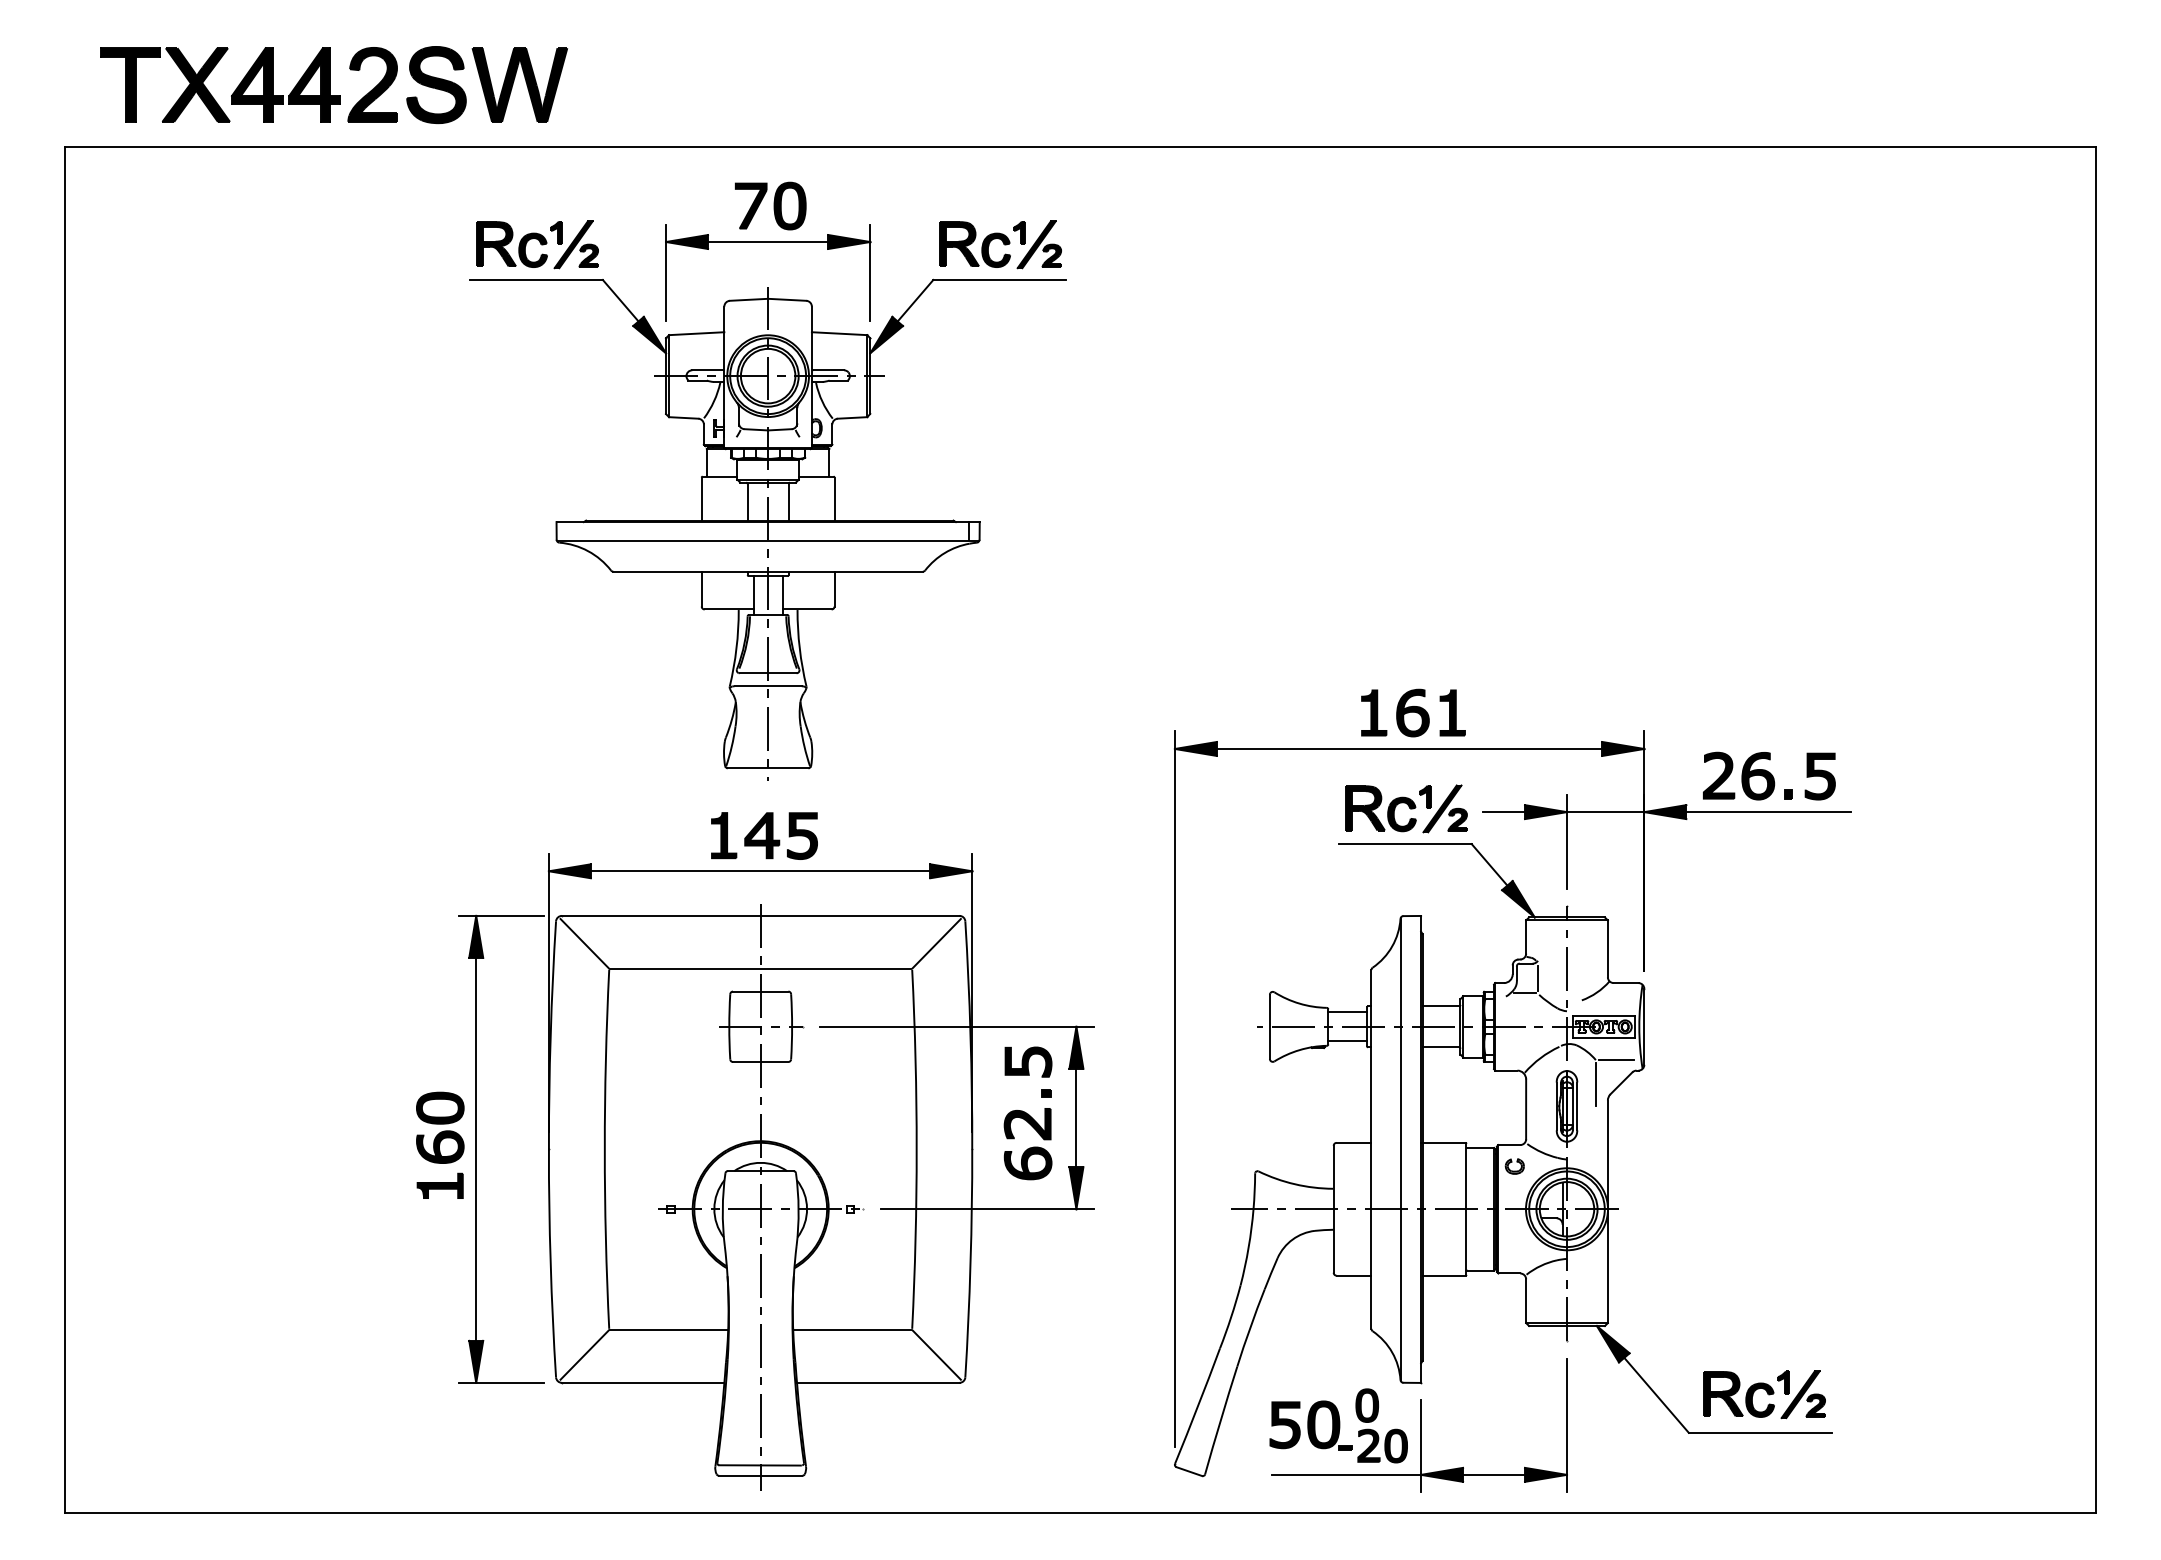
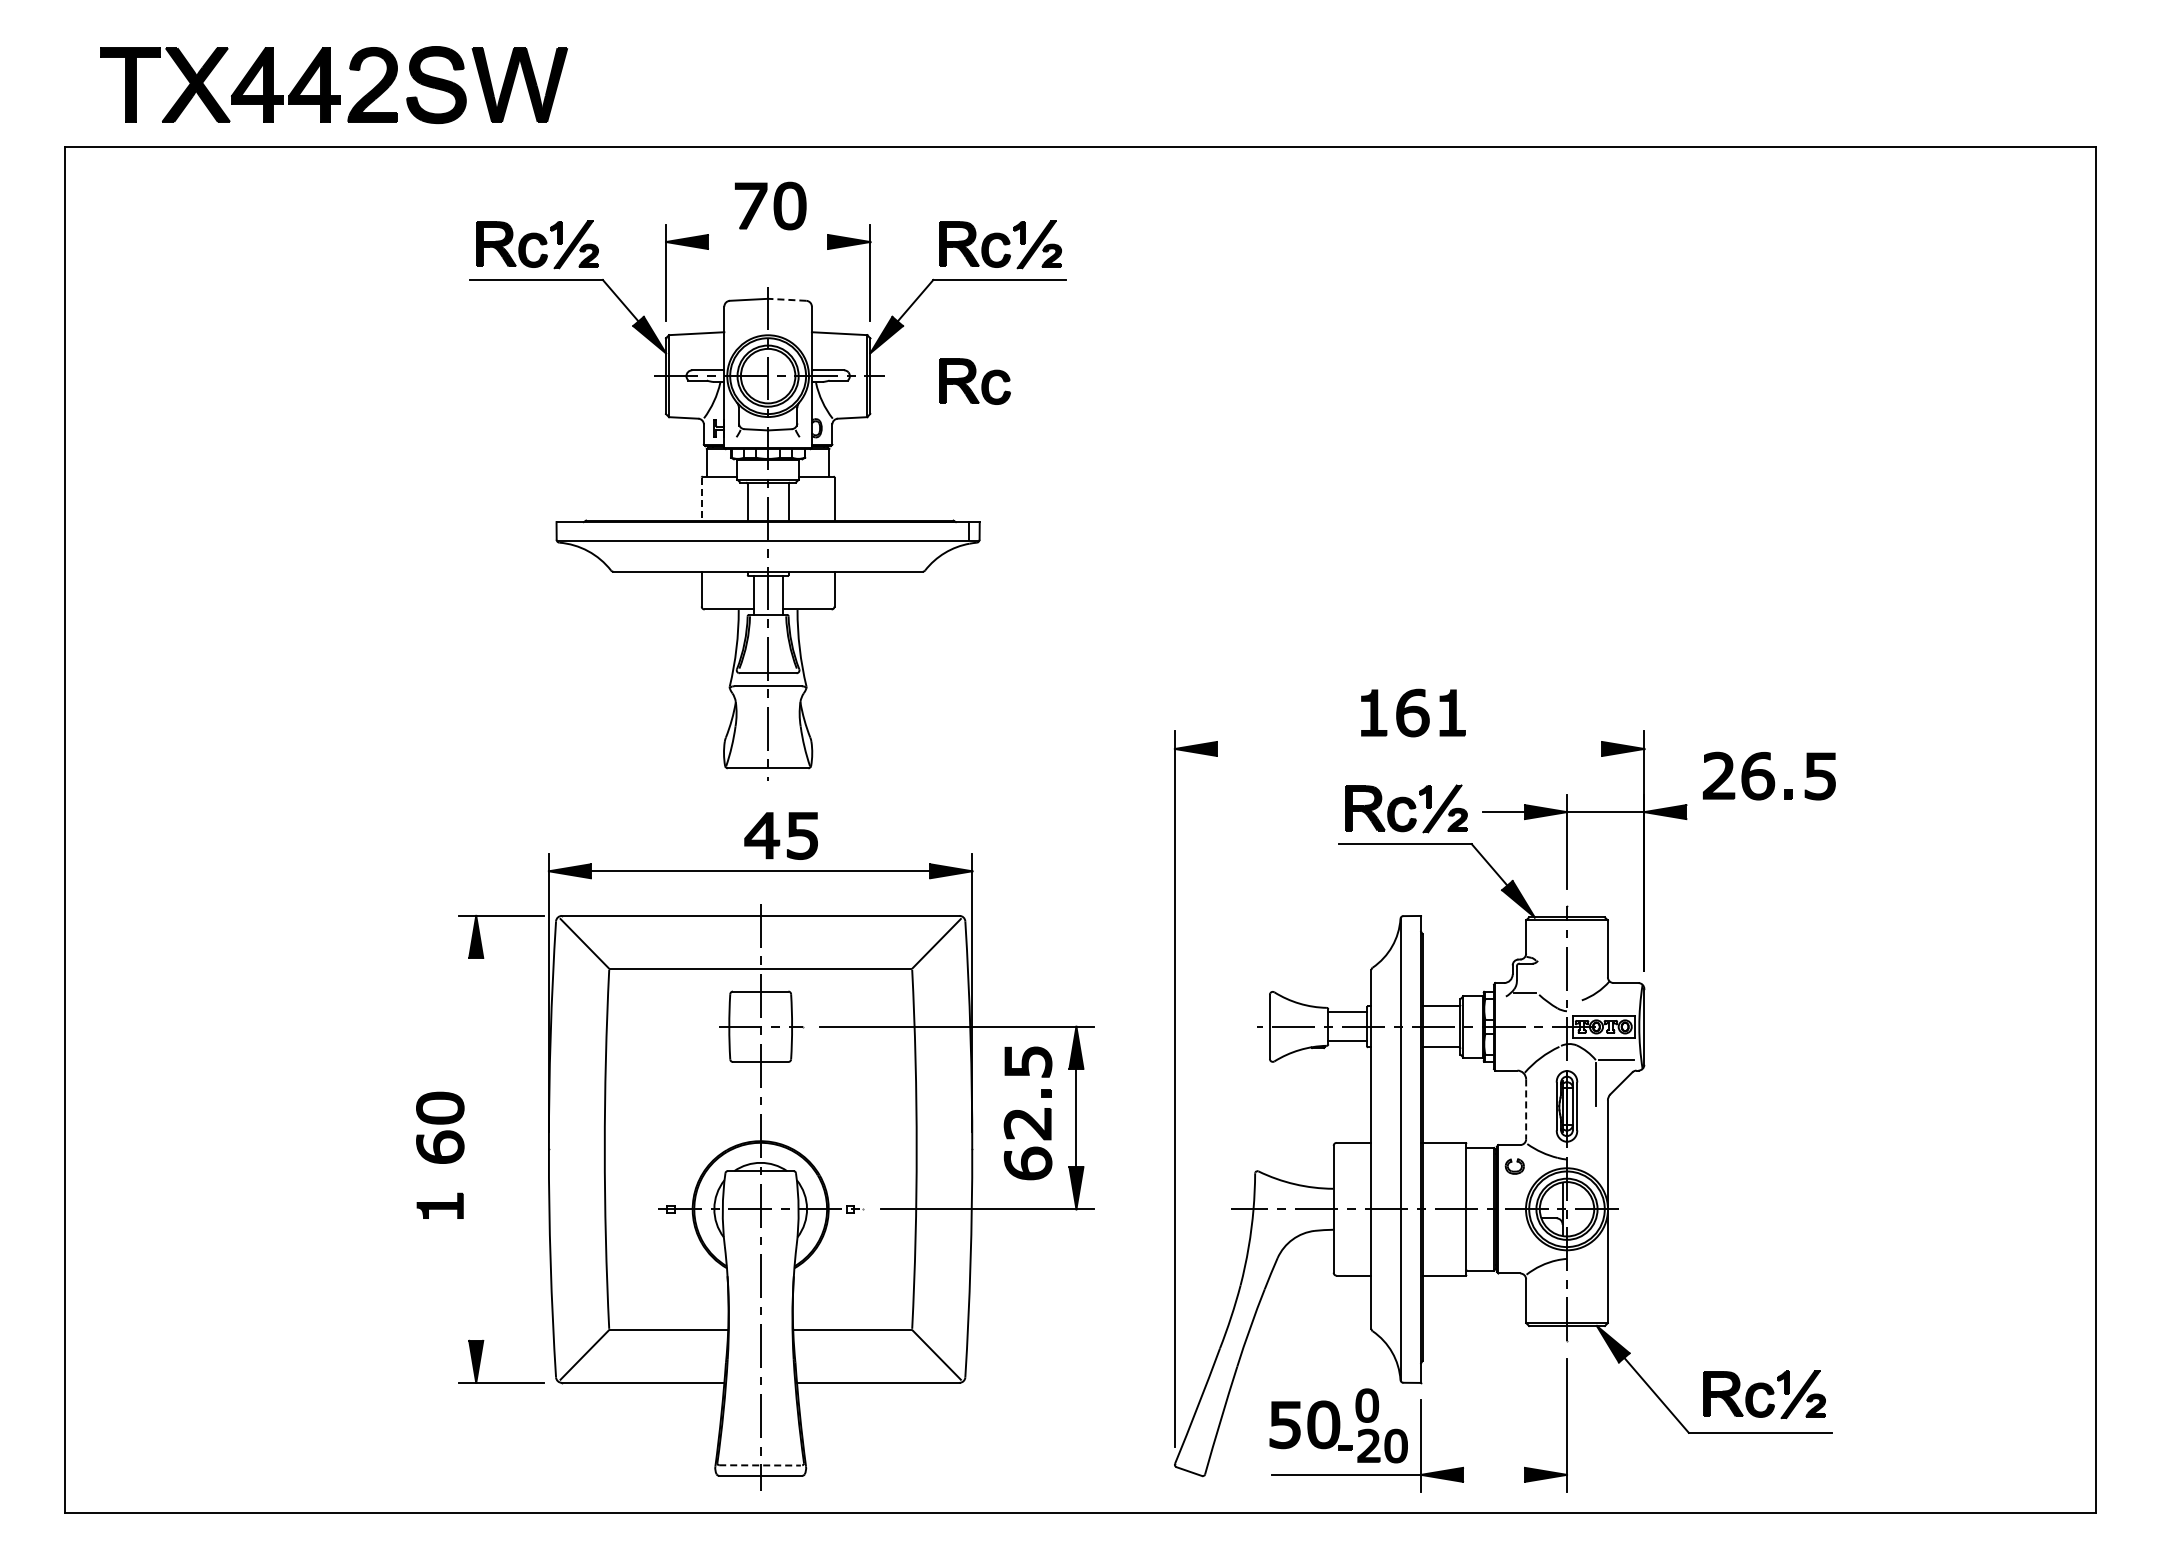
line at (768, 242): present -> none
line at (786, 299): solid -> dashed
part at (974, 381): none -> present
line at (701, 499): solid -> dashed
line at (1409, 748): present -> none
line at (1768, 812): present -> none
part at (724, 835): present -> none
line at (1537, 978): present -> none
line at (1526, 1109): solid -> dashed
line at (476, 1148): present -> none
part at (439, 1185) position: (439, 1185) -> (439, 1205)
line at (760, 1465): solid -> dashed
line at (1493, 1474): present -> none
